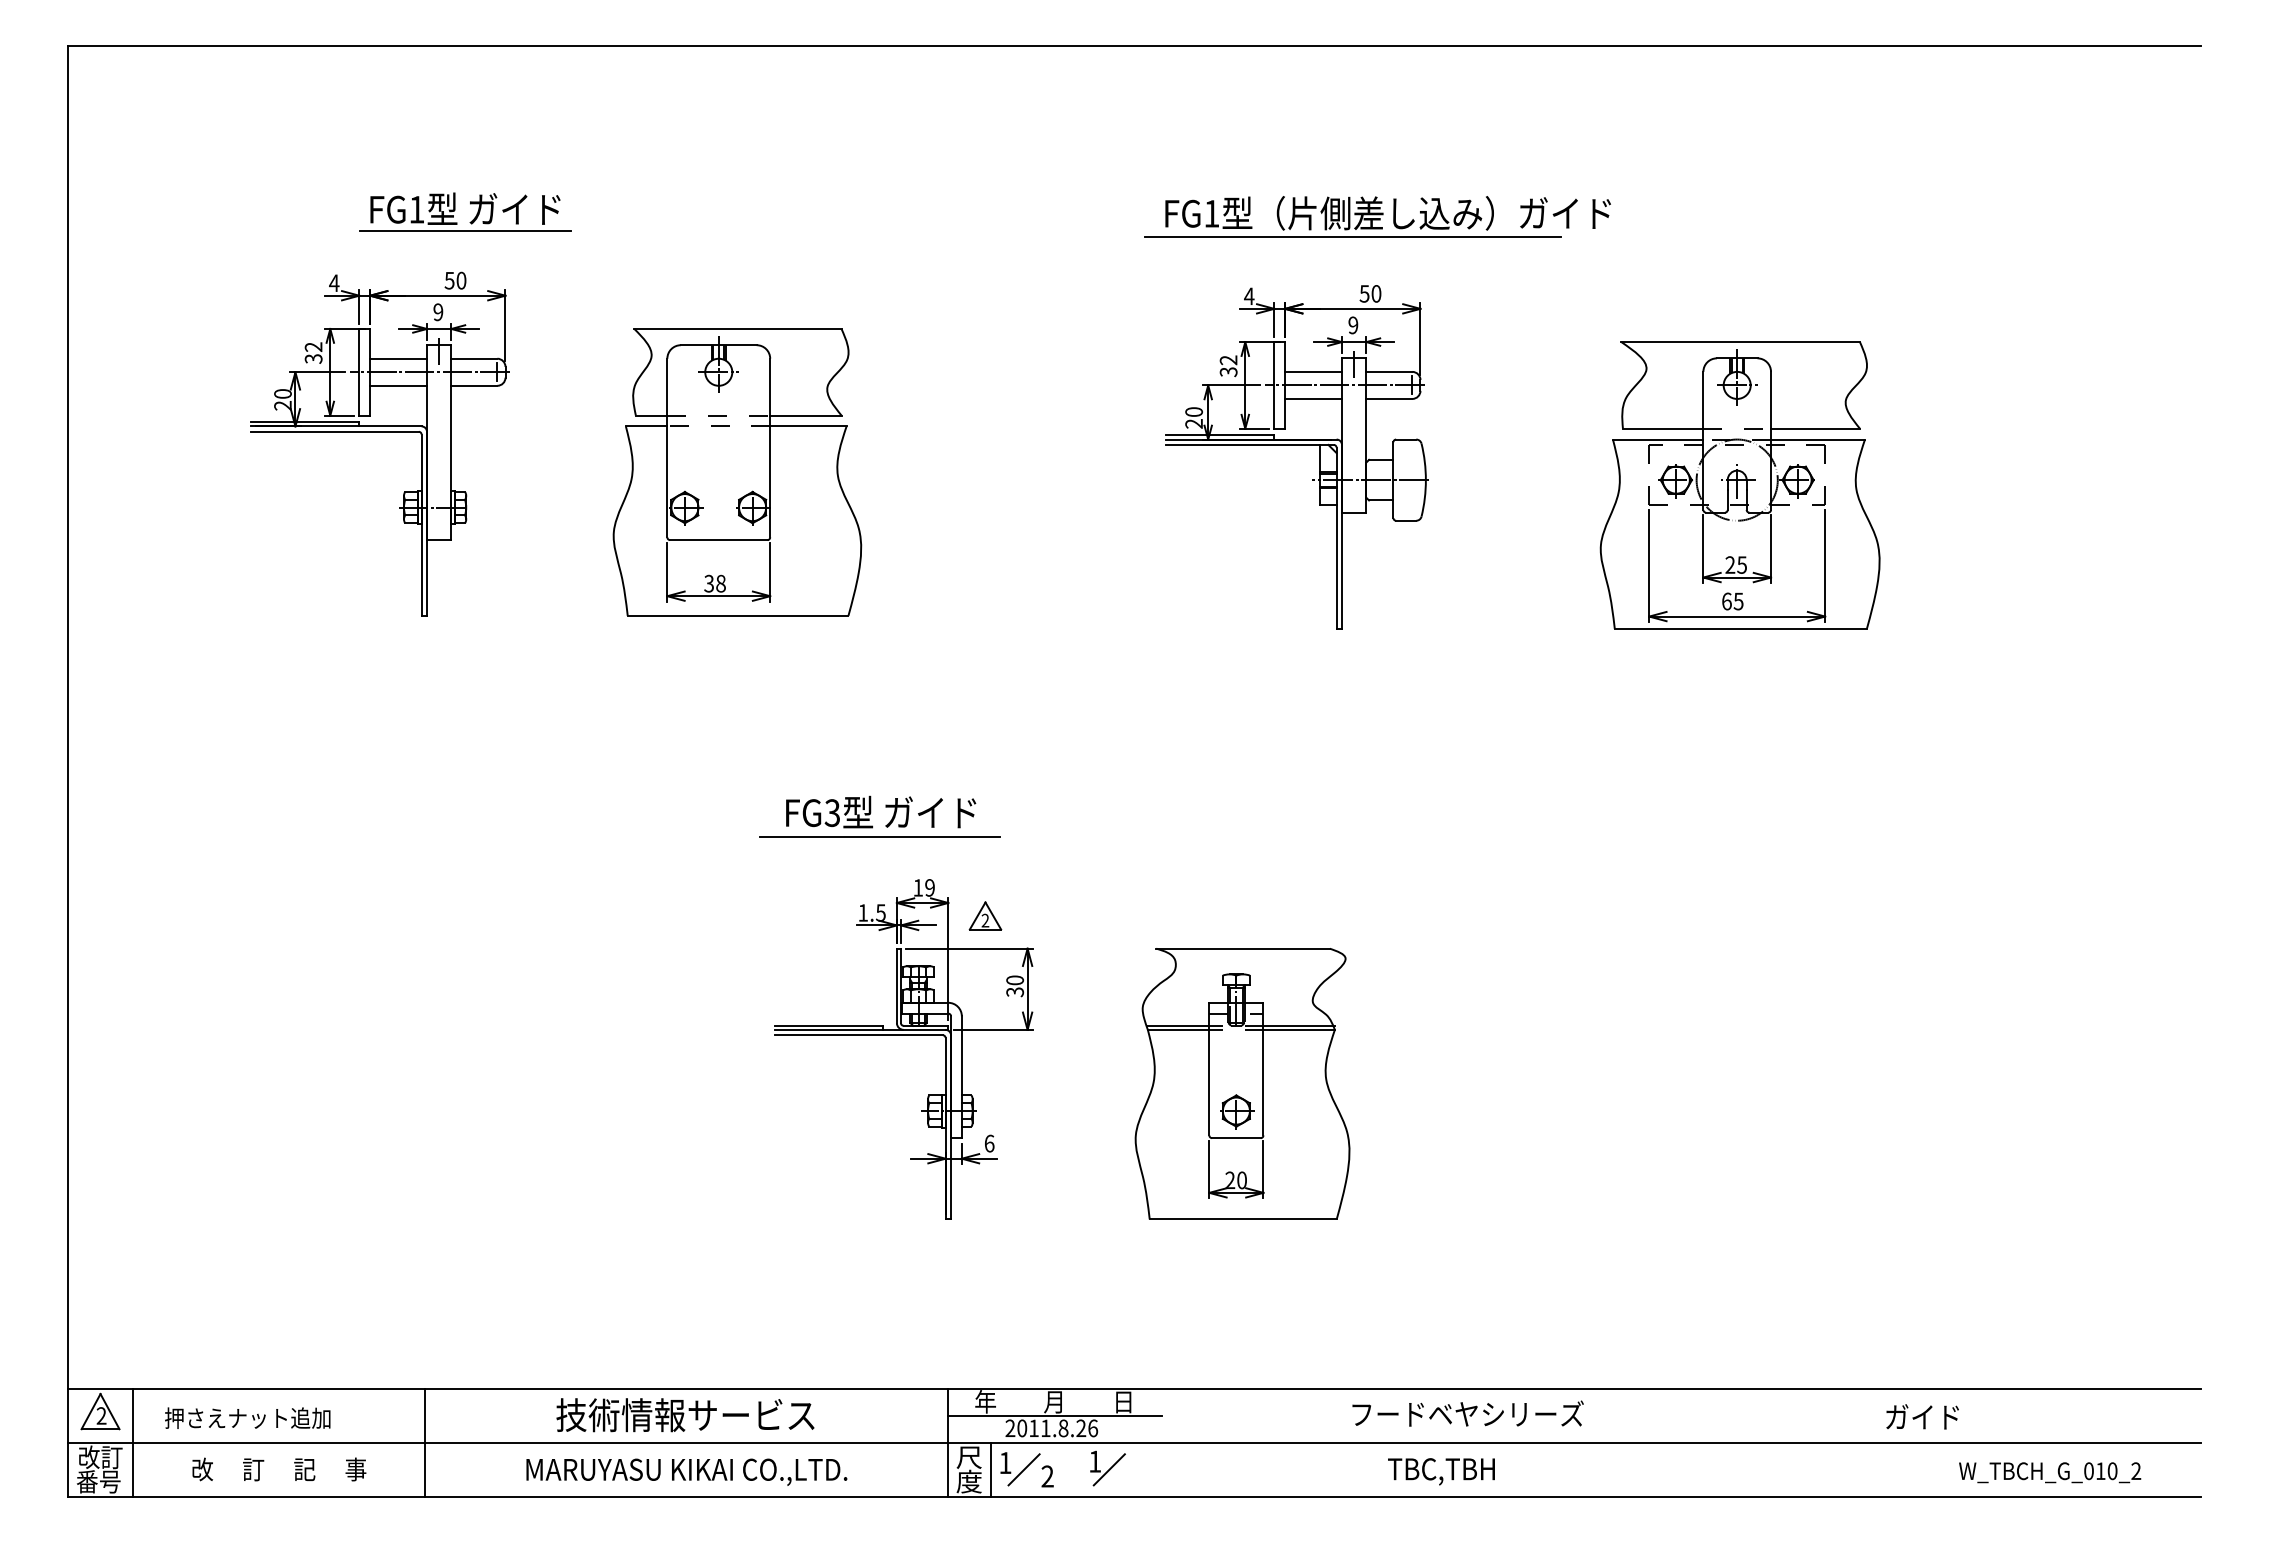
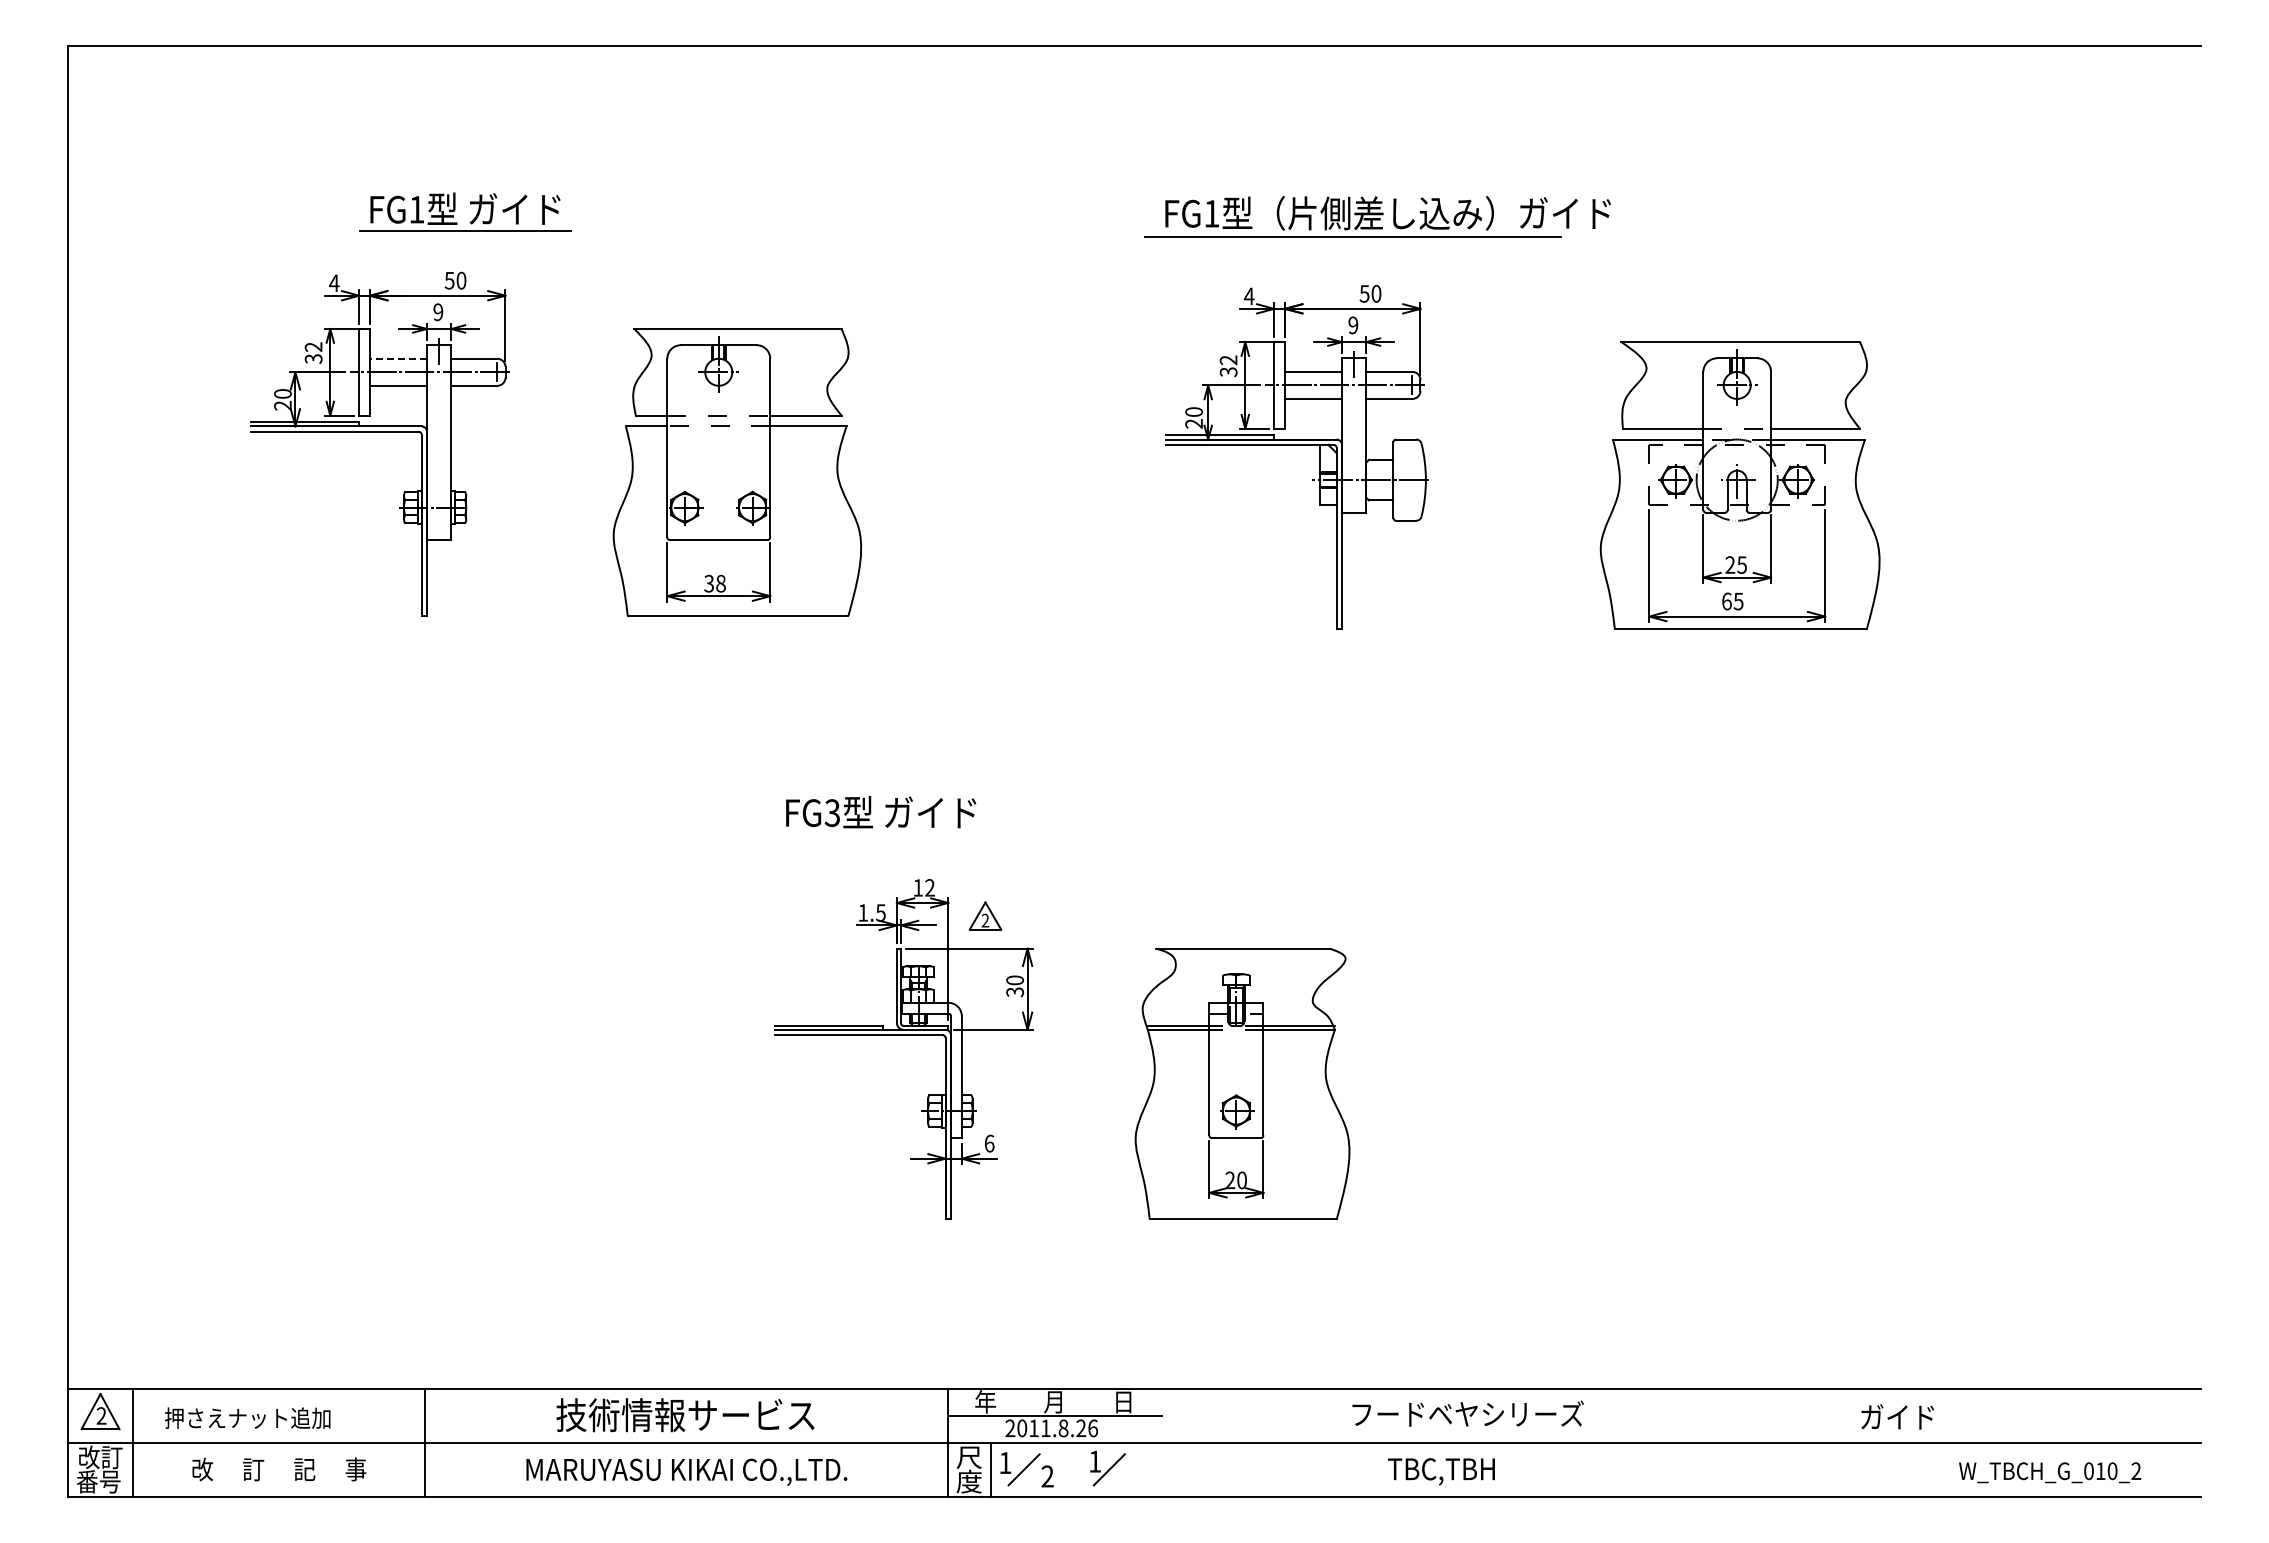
line at (398, 358): solid -> dashed
line at (879, 836): present -> none
text at (929, 887): 19 -> 12
text at (1922, 1416) position: (1922, 1416) -> (1897, 1416)
